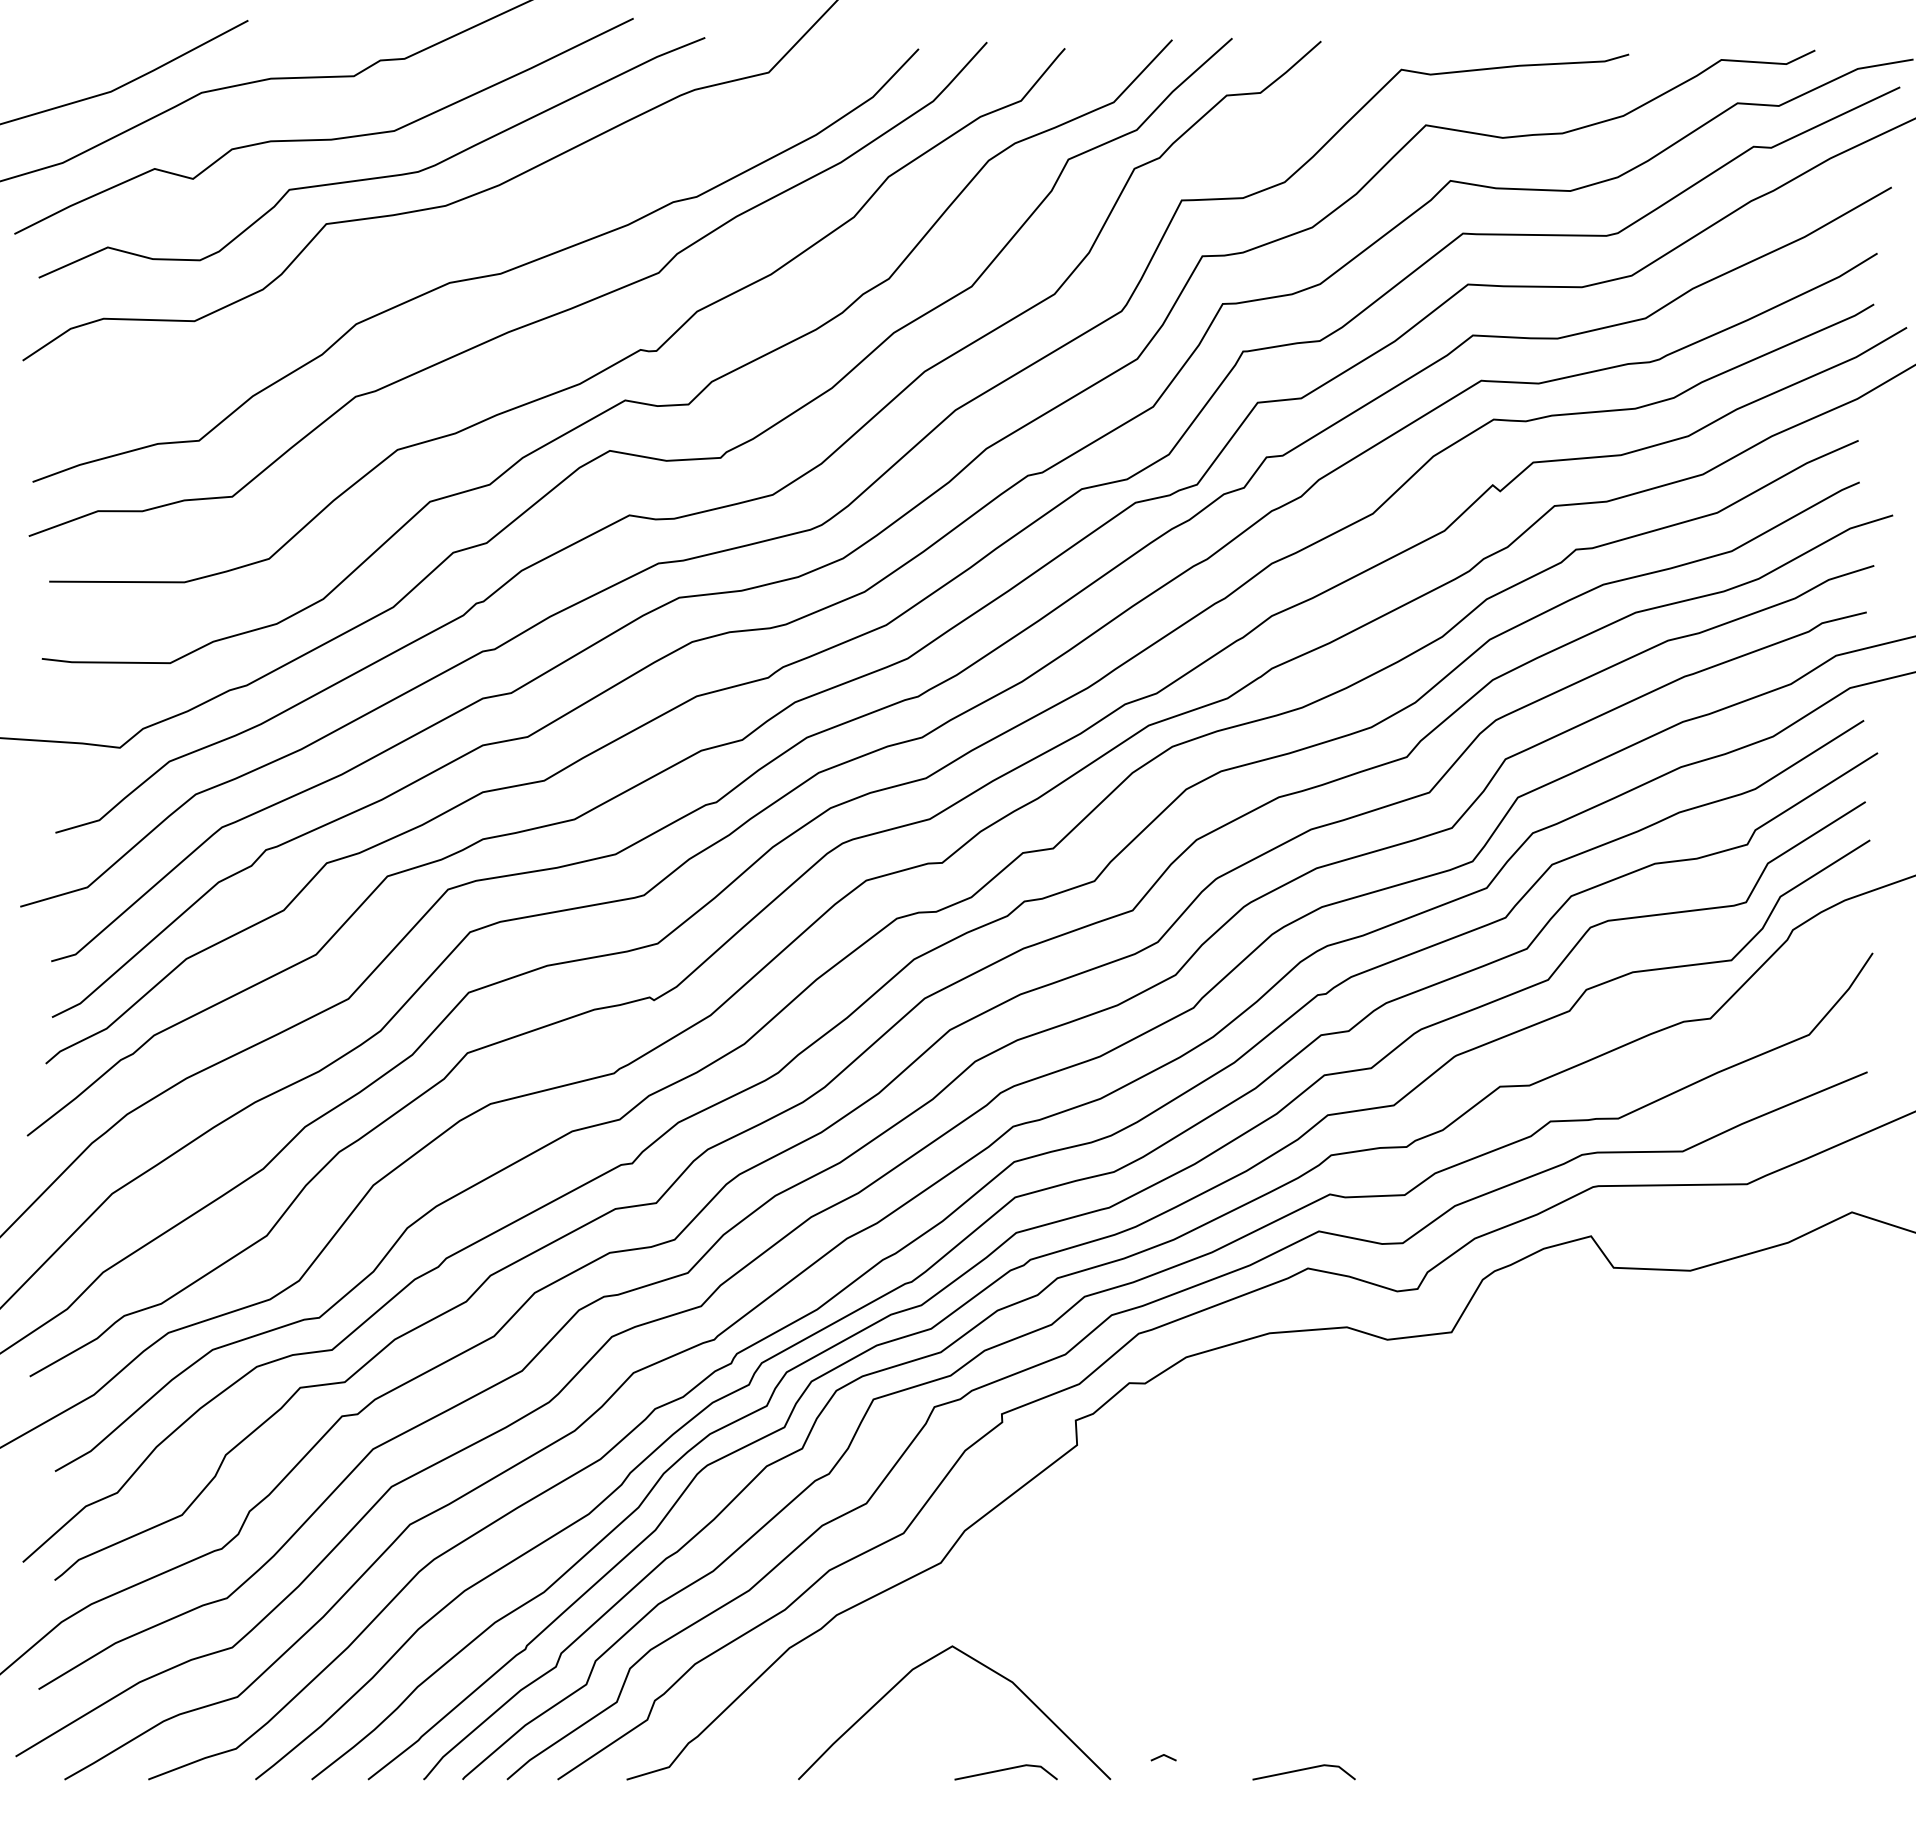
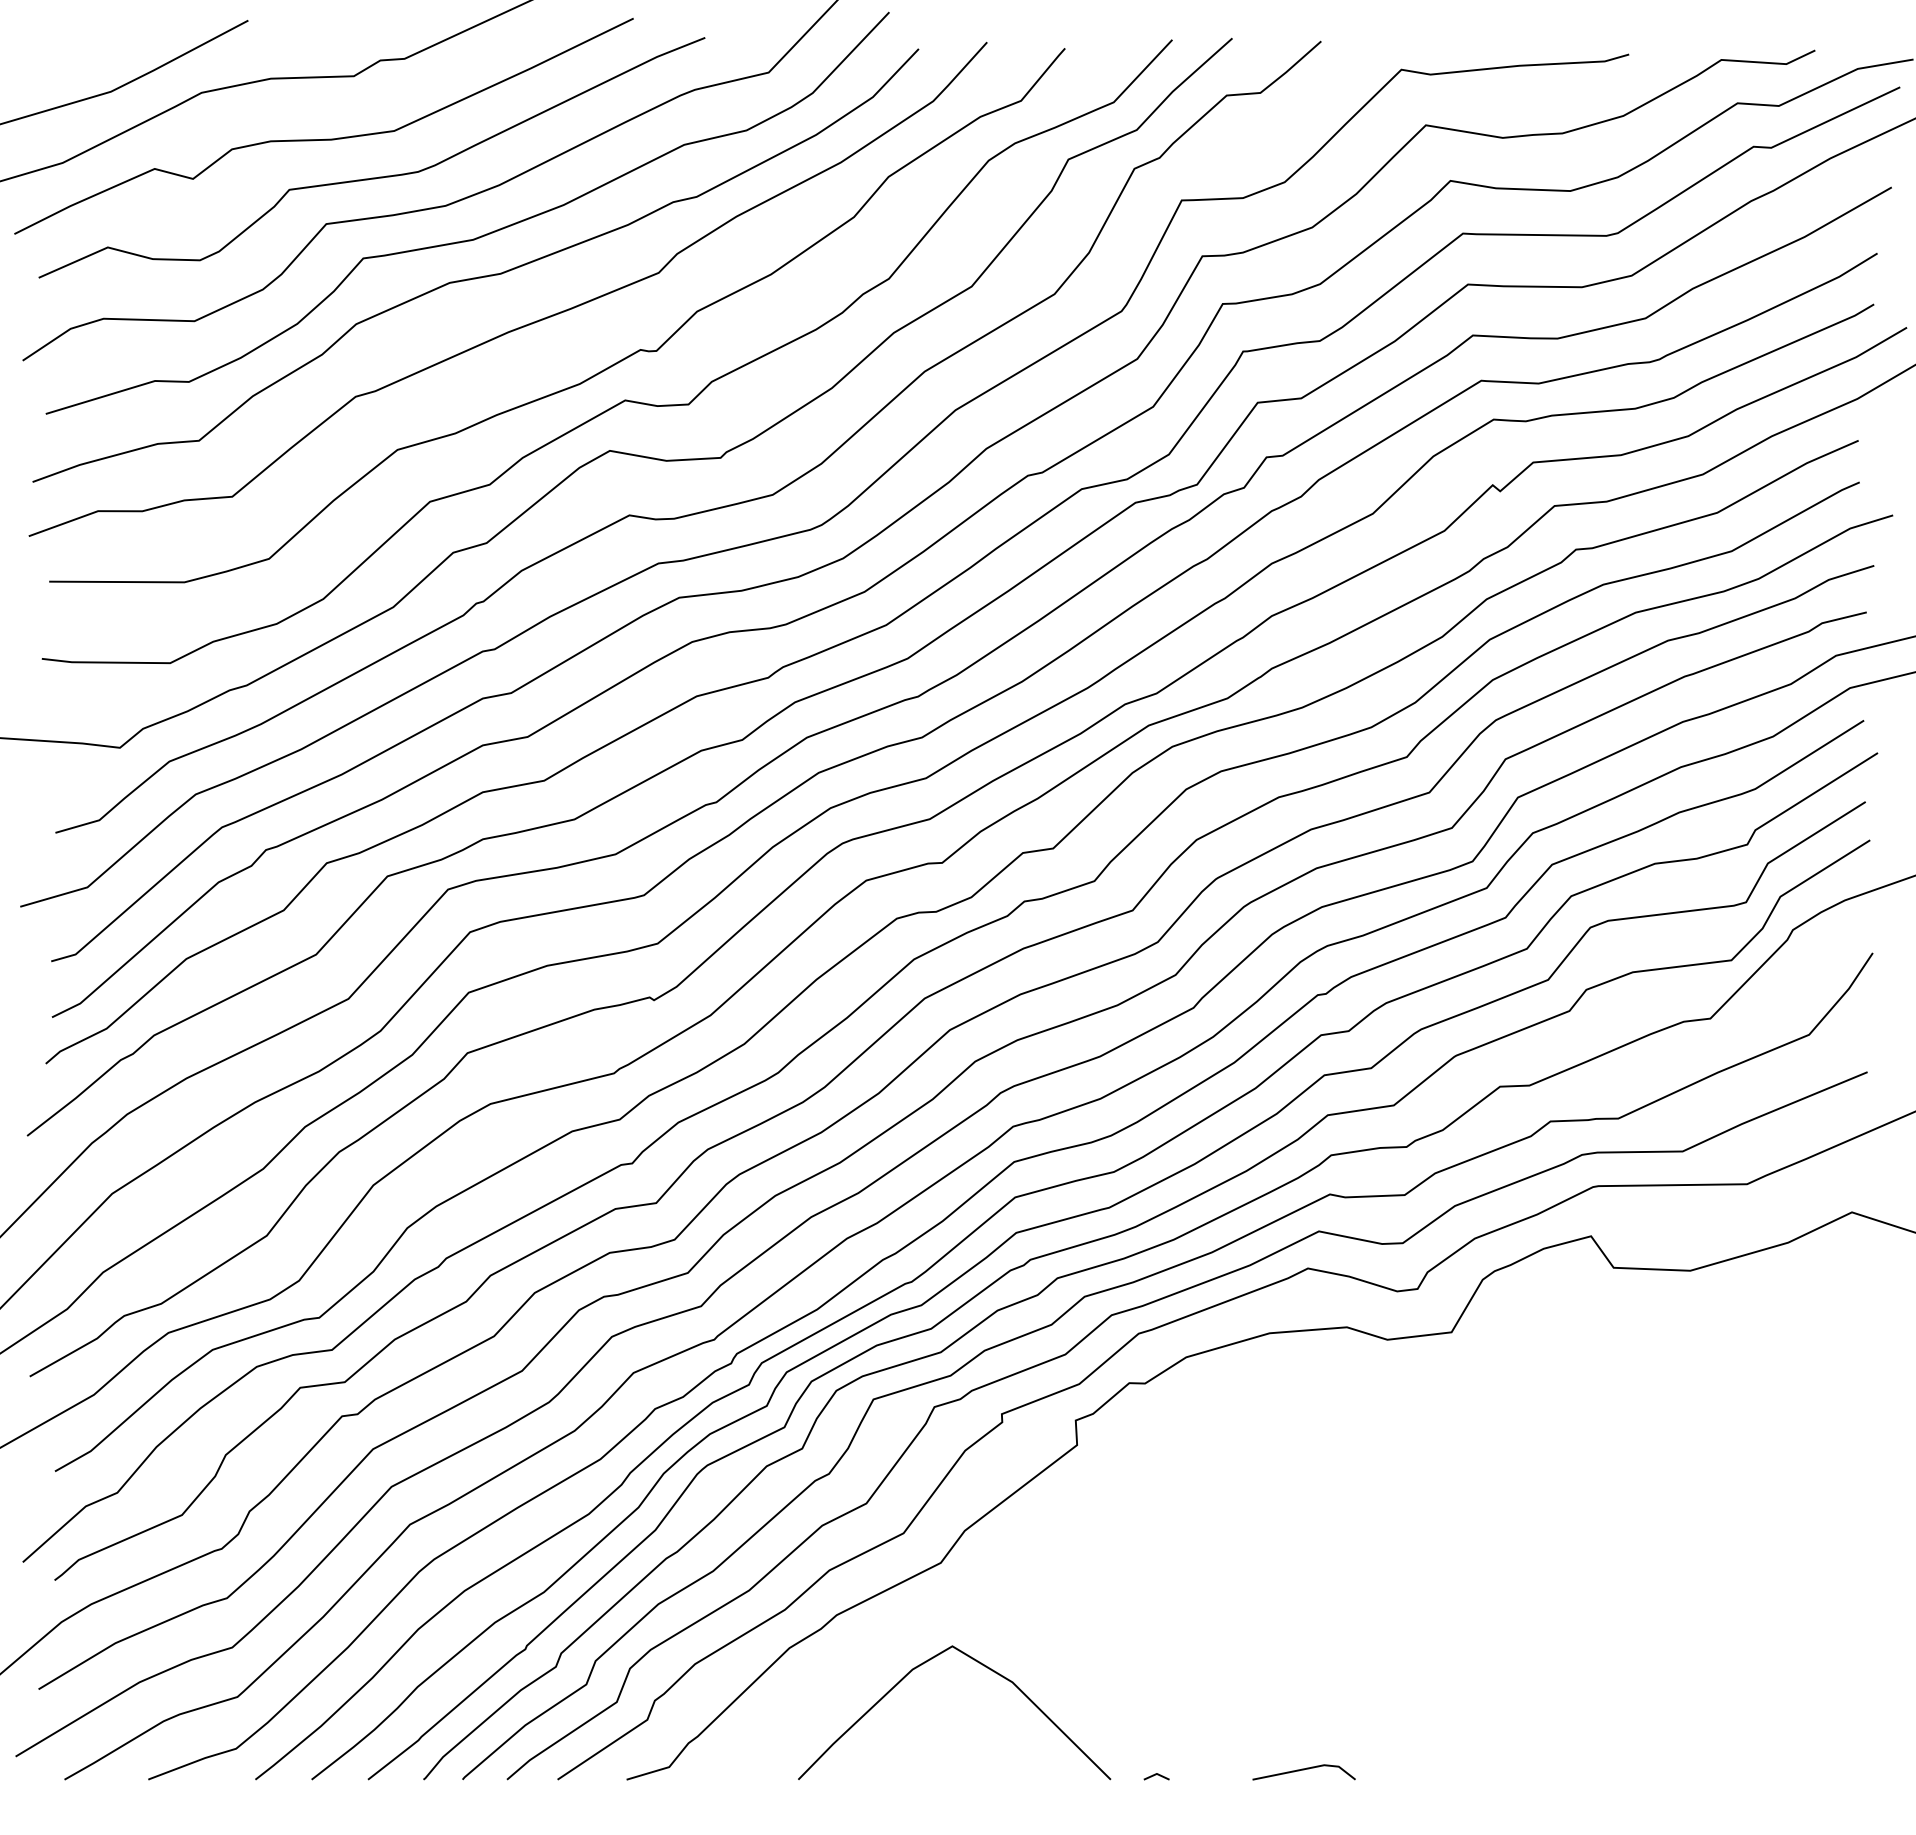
curve at (478, 236): none -> present
line at (1163, 1756) position: (1163, 1756) -> (1156, 1775)
line at (1005, 1770): present -> none
